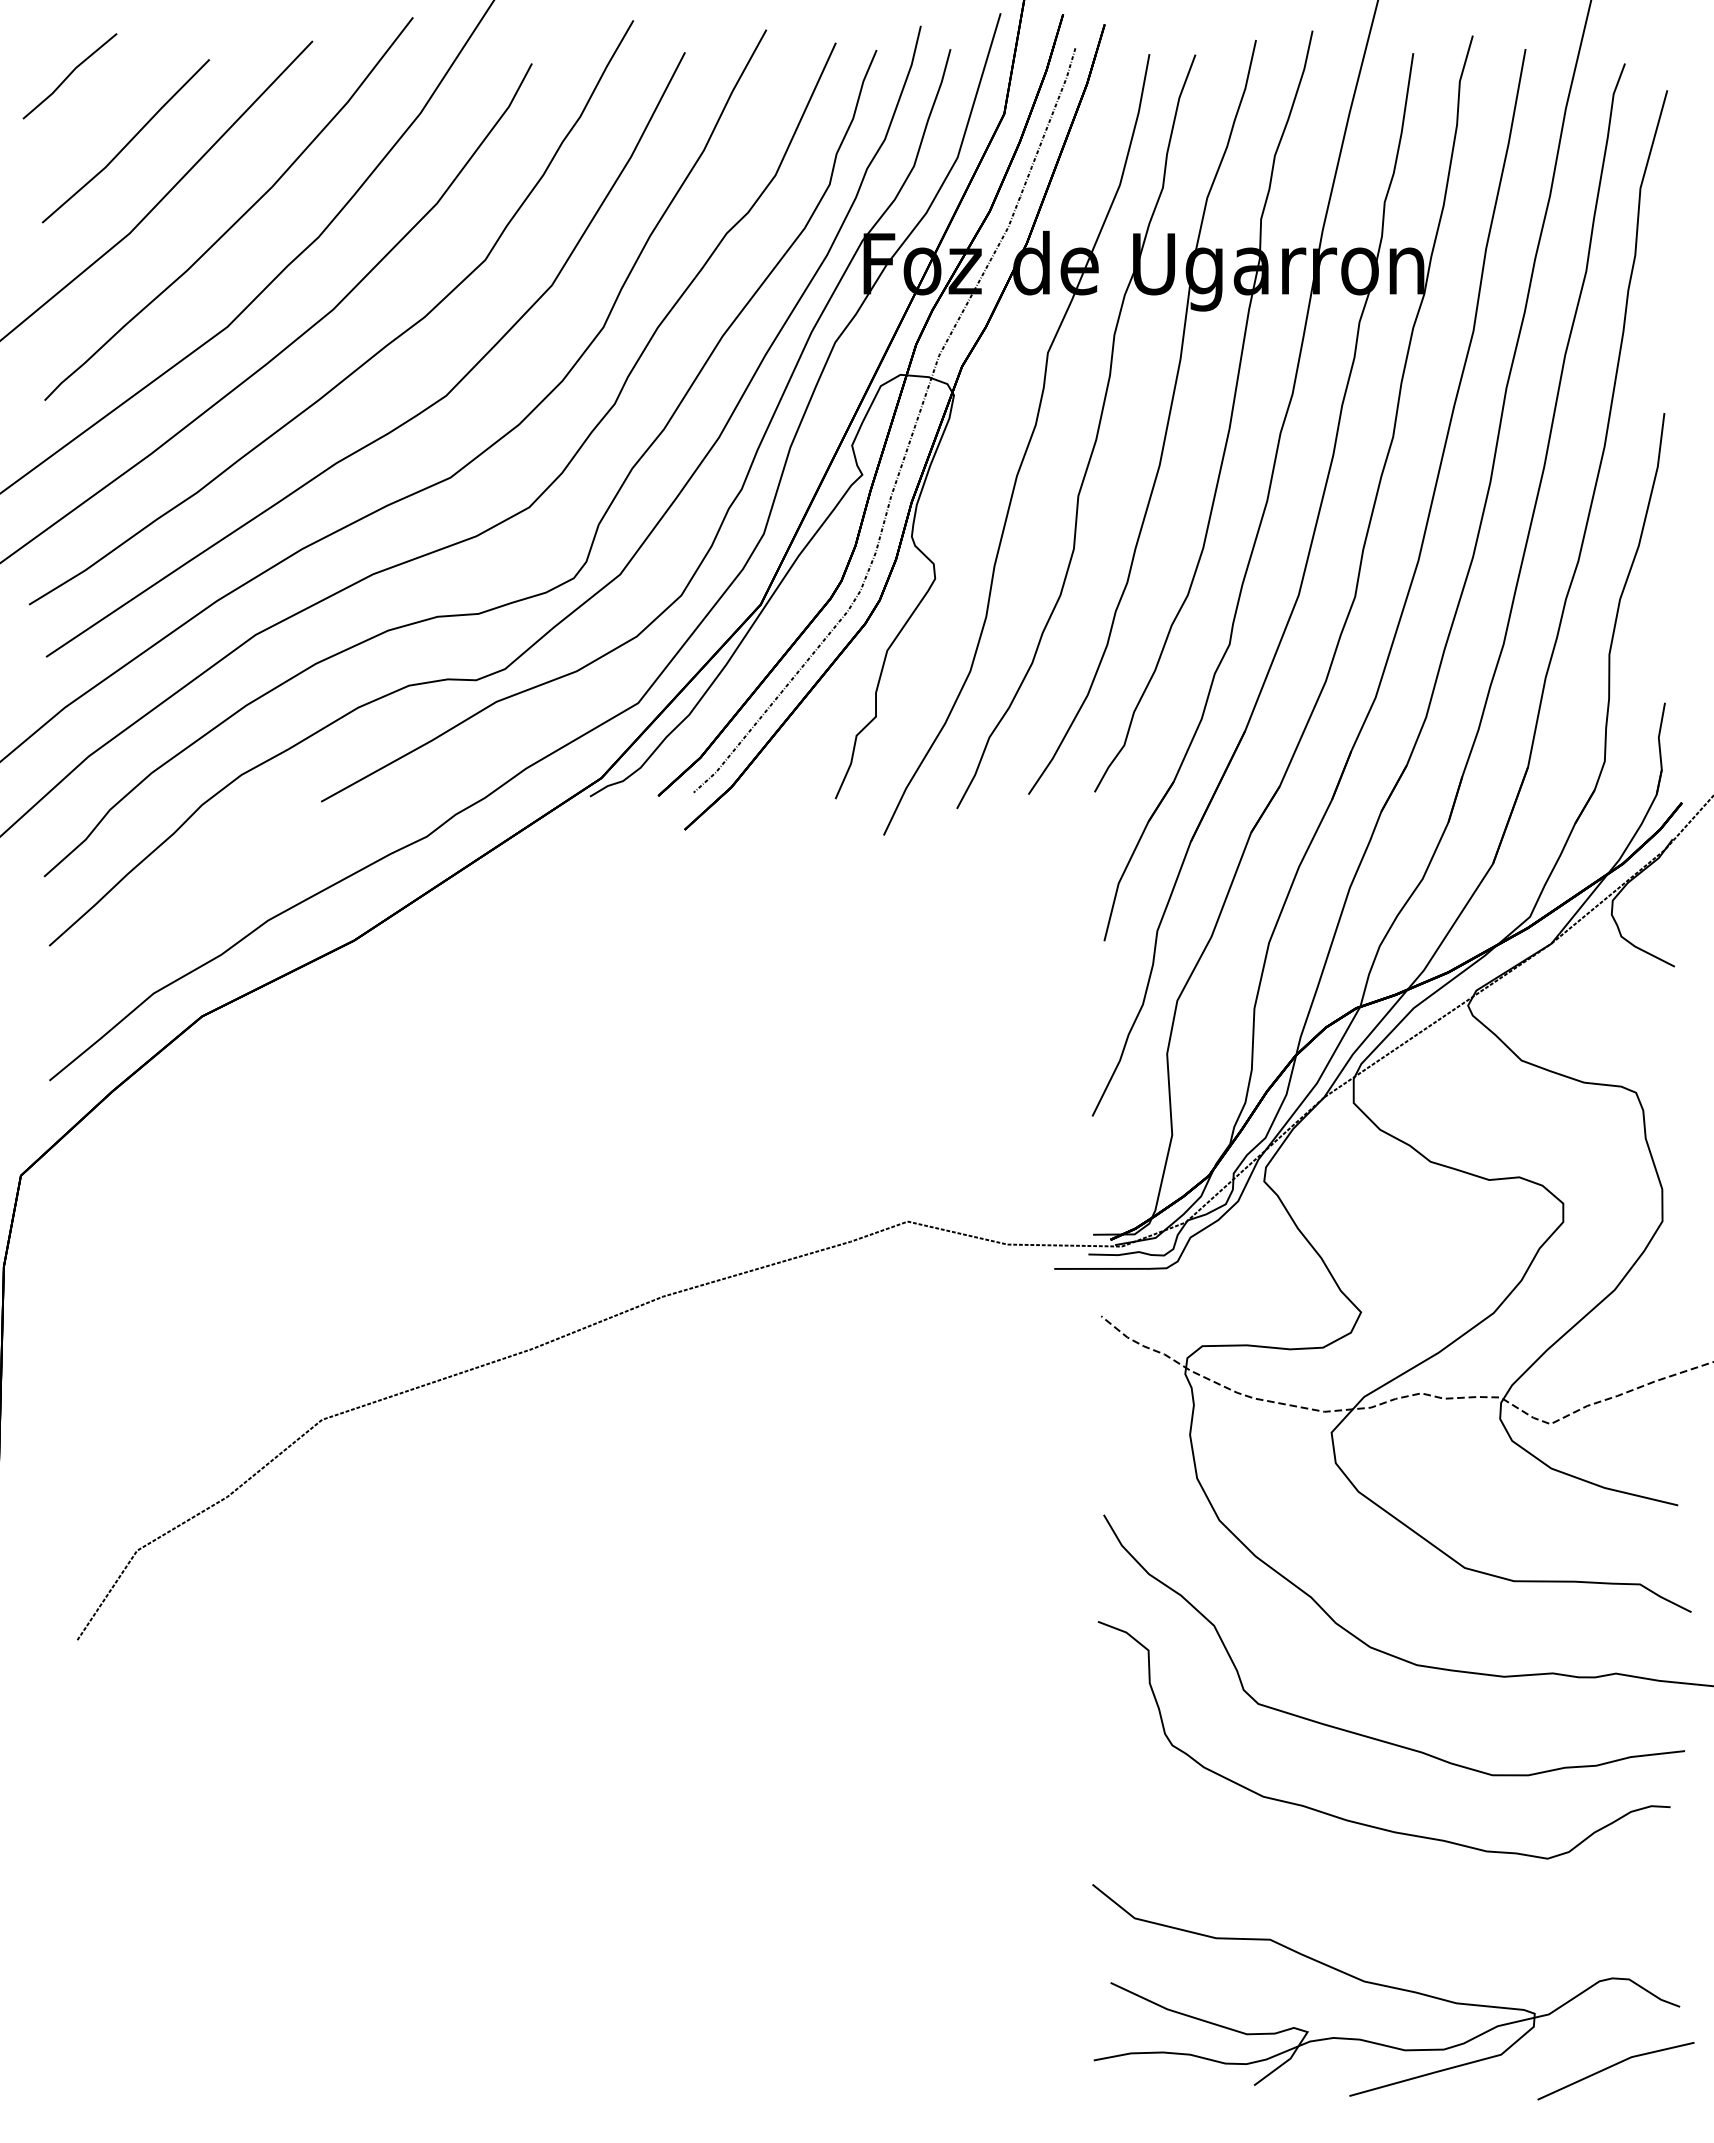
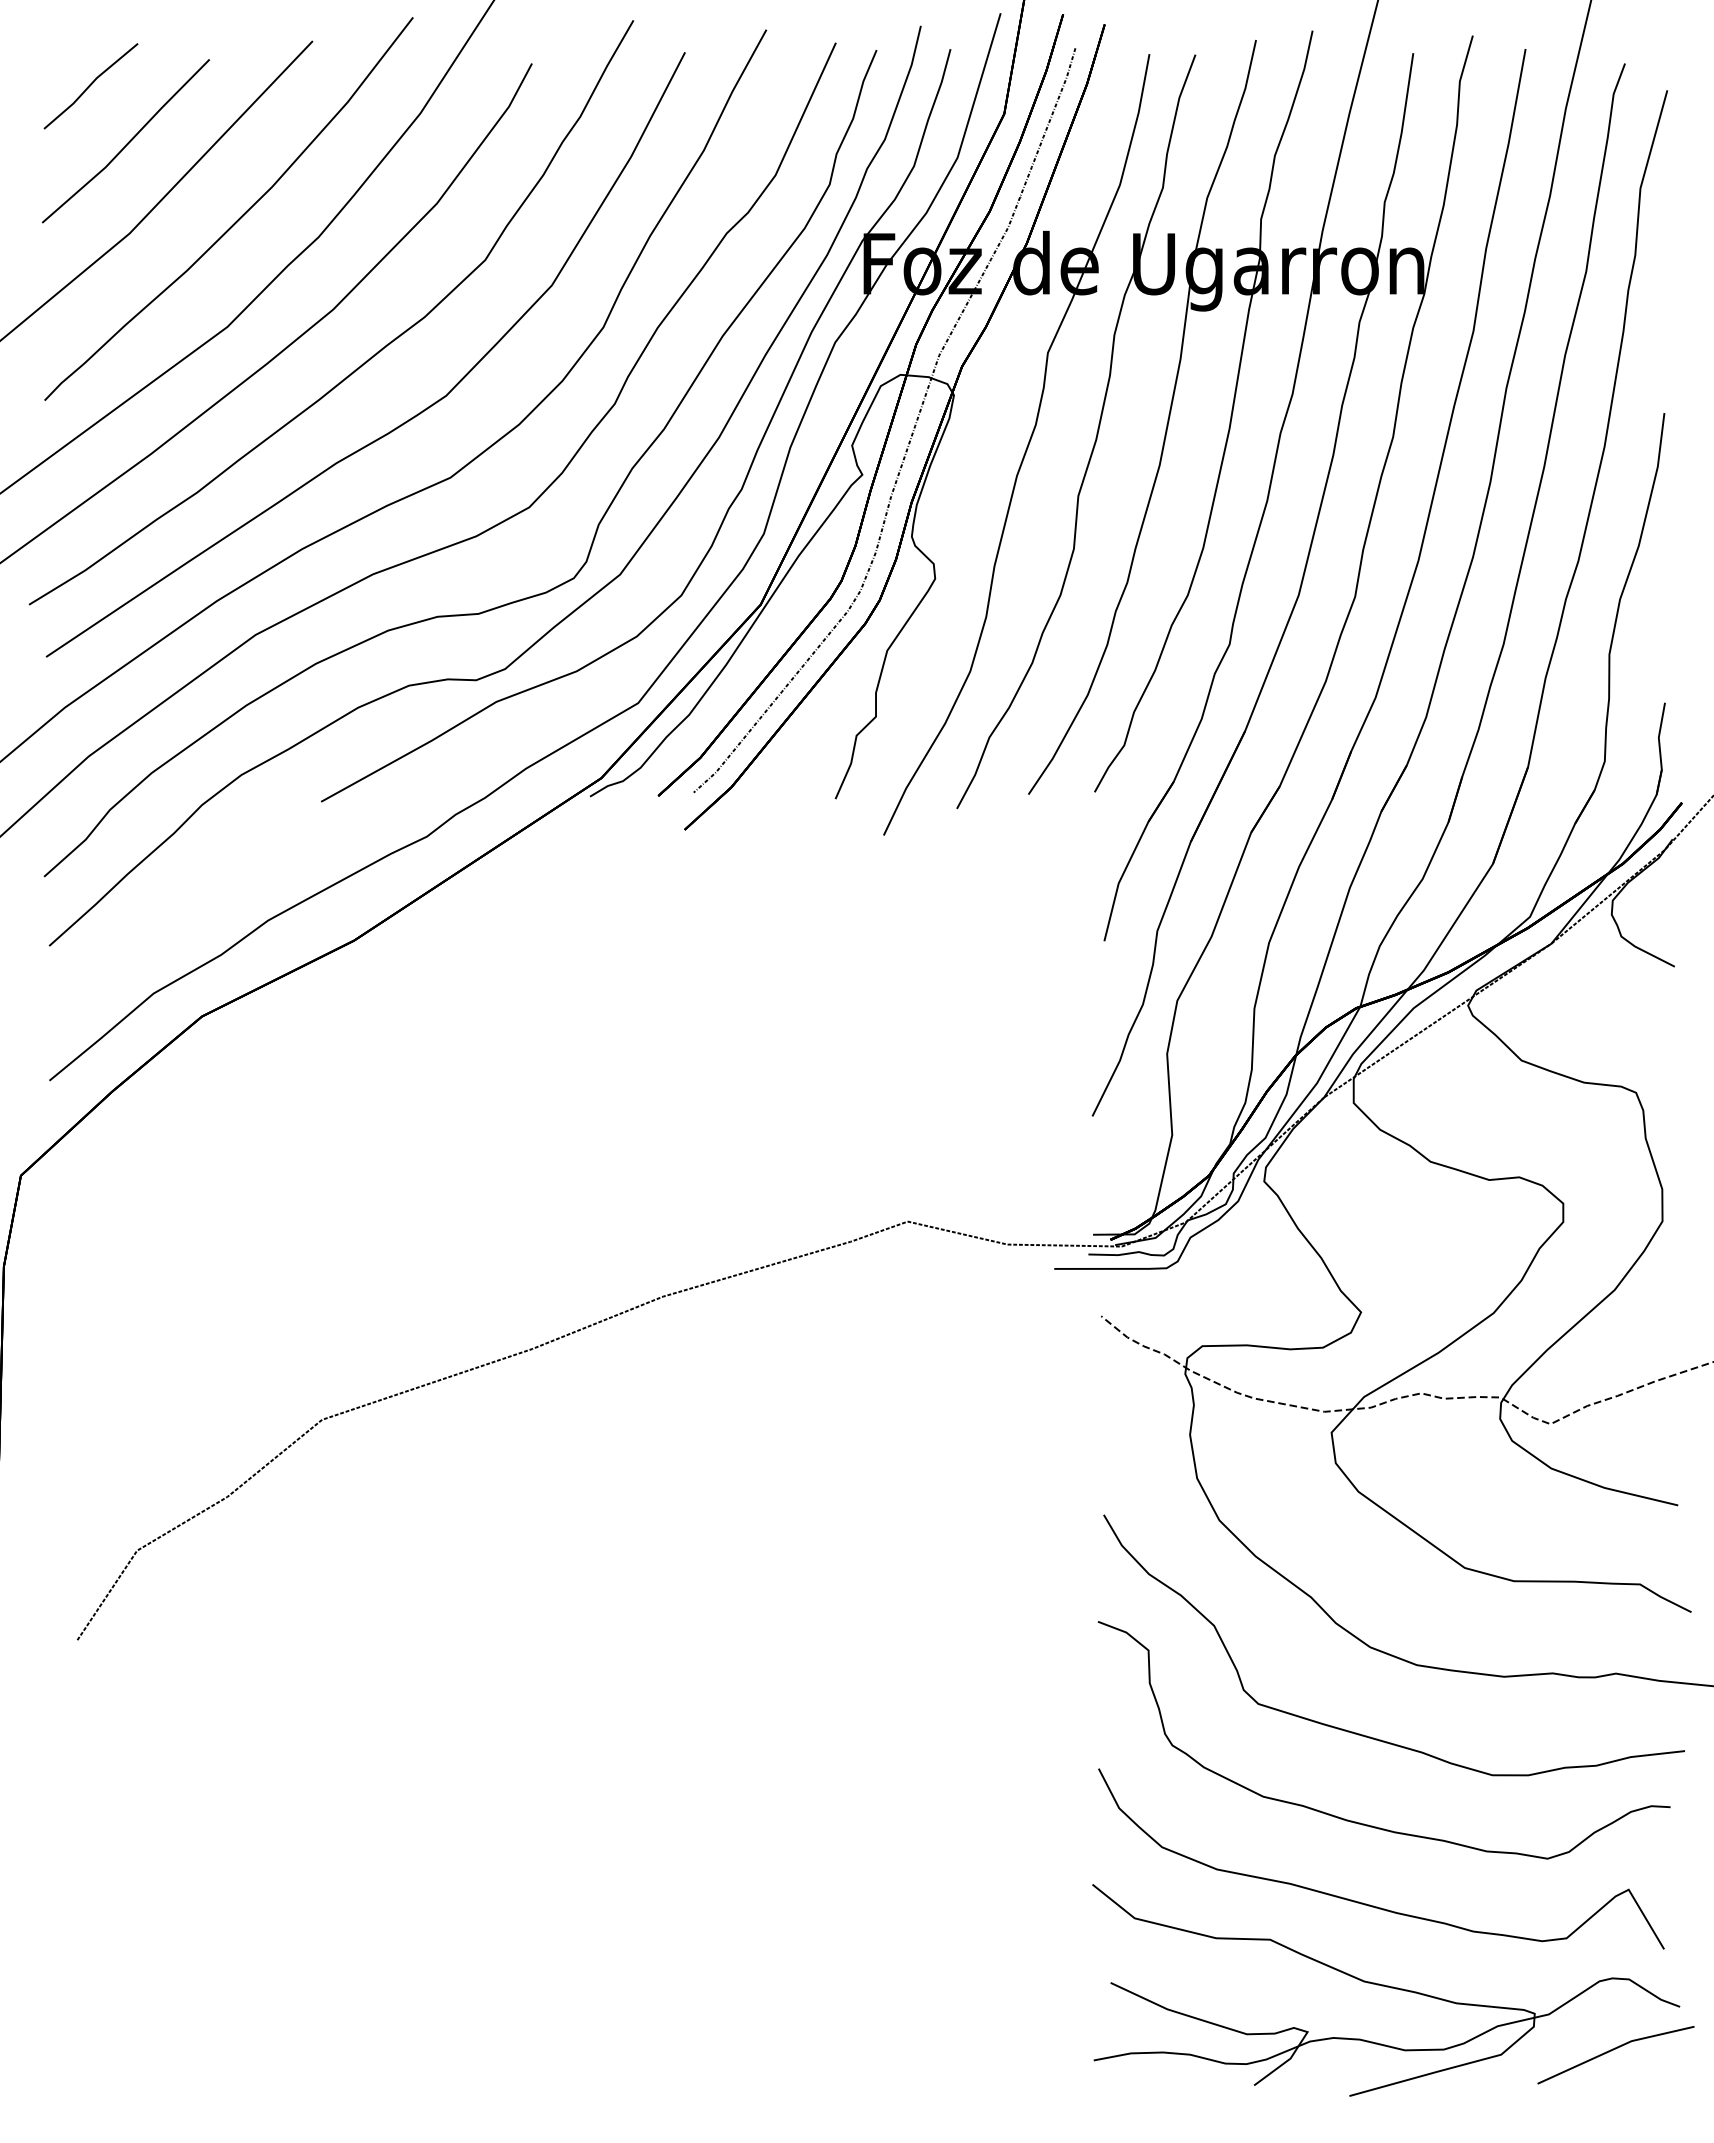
part at (69, 76) position: (69, 76) -> (90, 86)
curve at (1370, 1904): none -> present
line at (1613, 2066) position: (1613, 2066) -> (1613, 2050)
